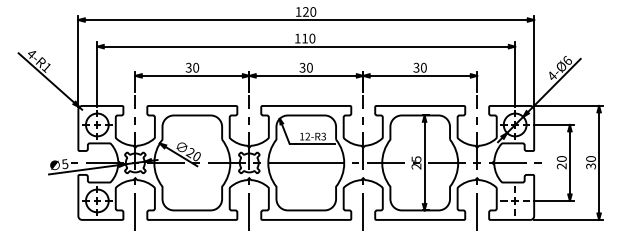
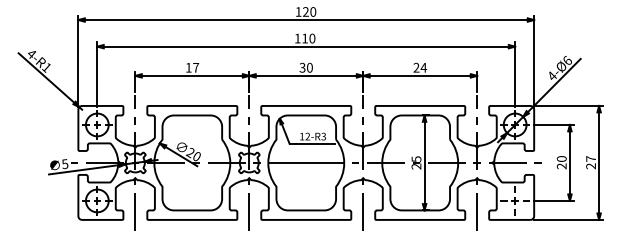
text at (192, 67): 30 -> 17
text at (420, 67): 30 -> 24
text at (590, 162): 30 -> 27
